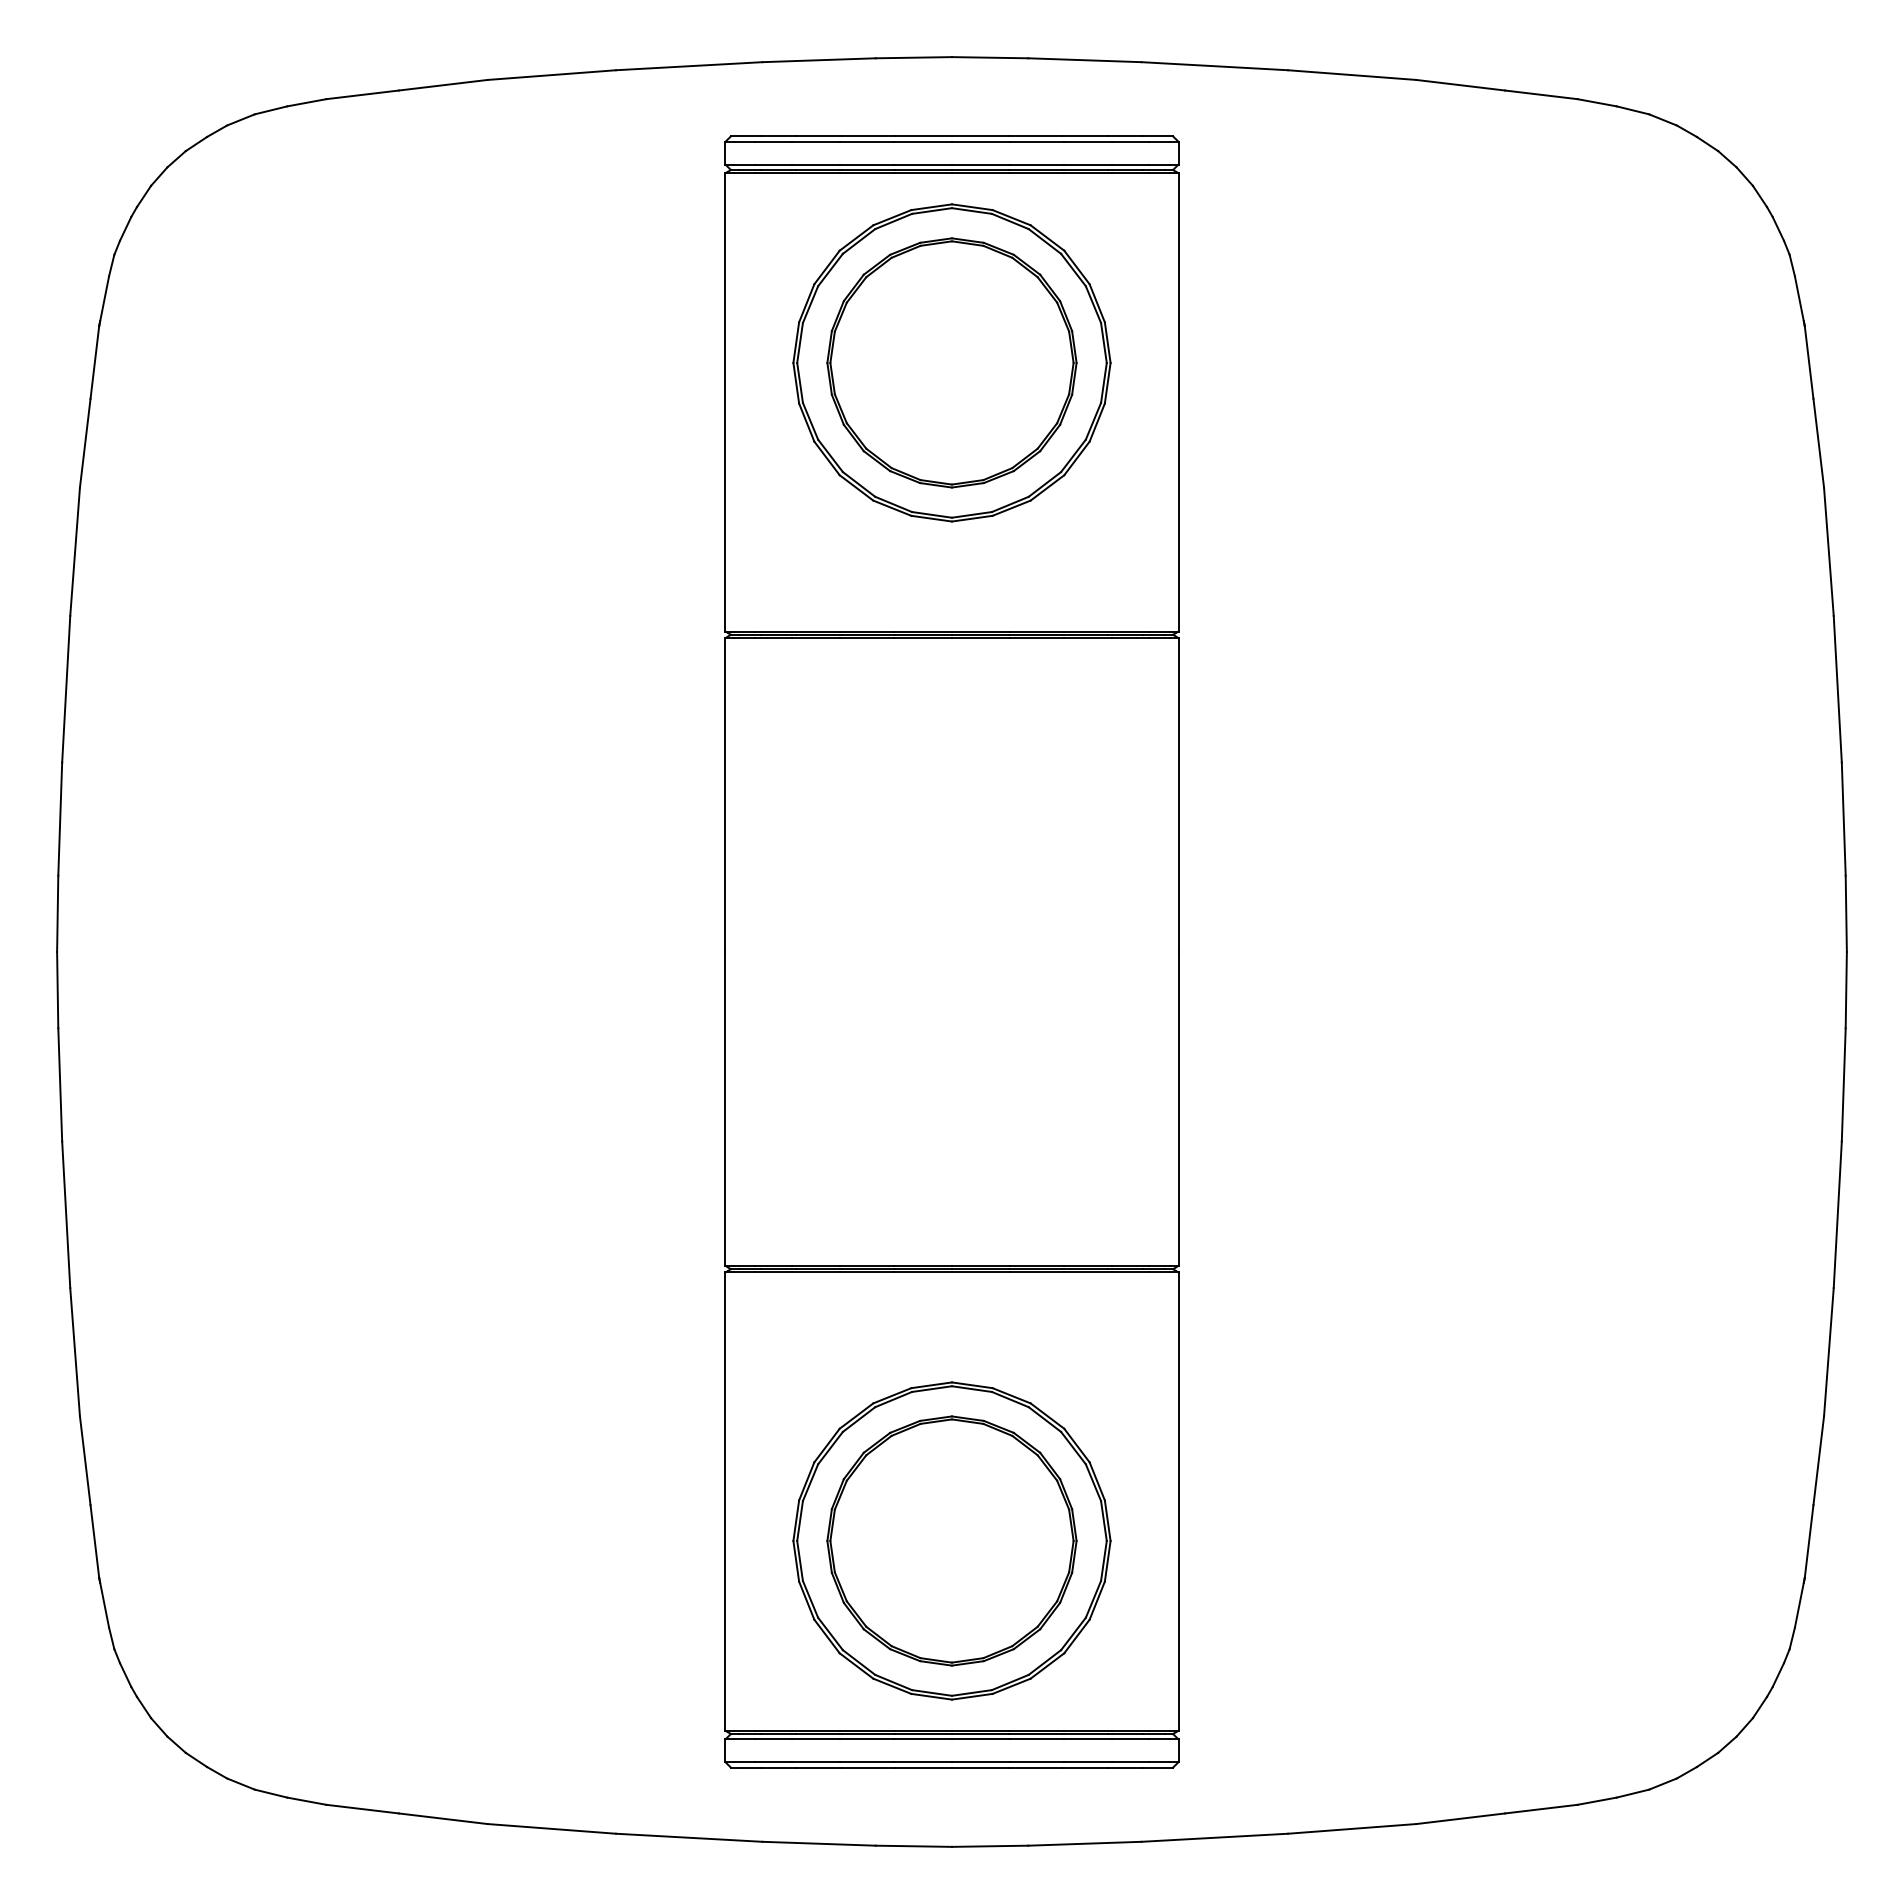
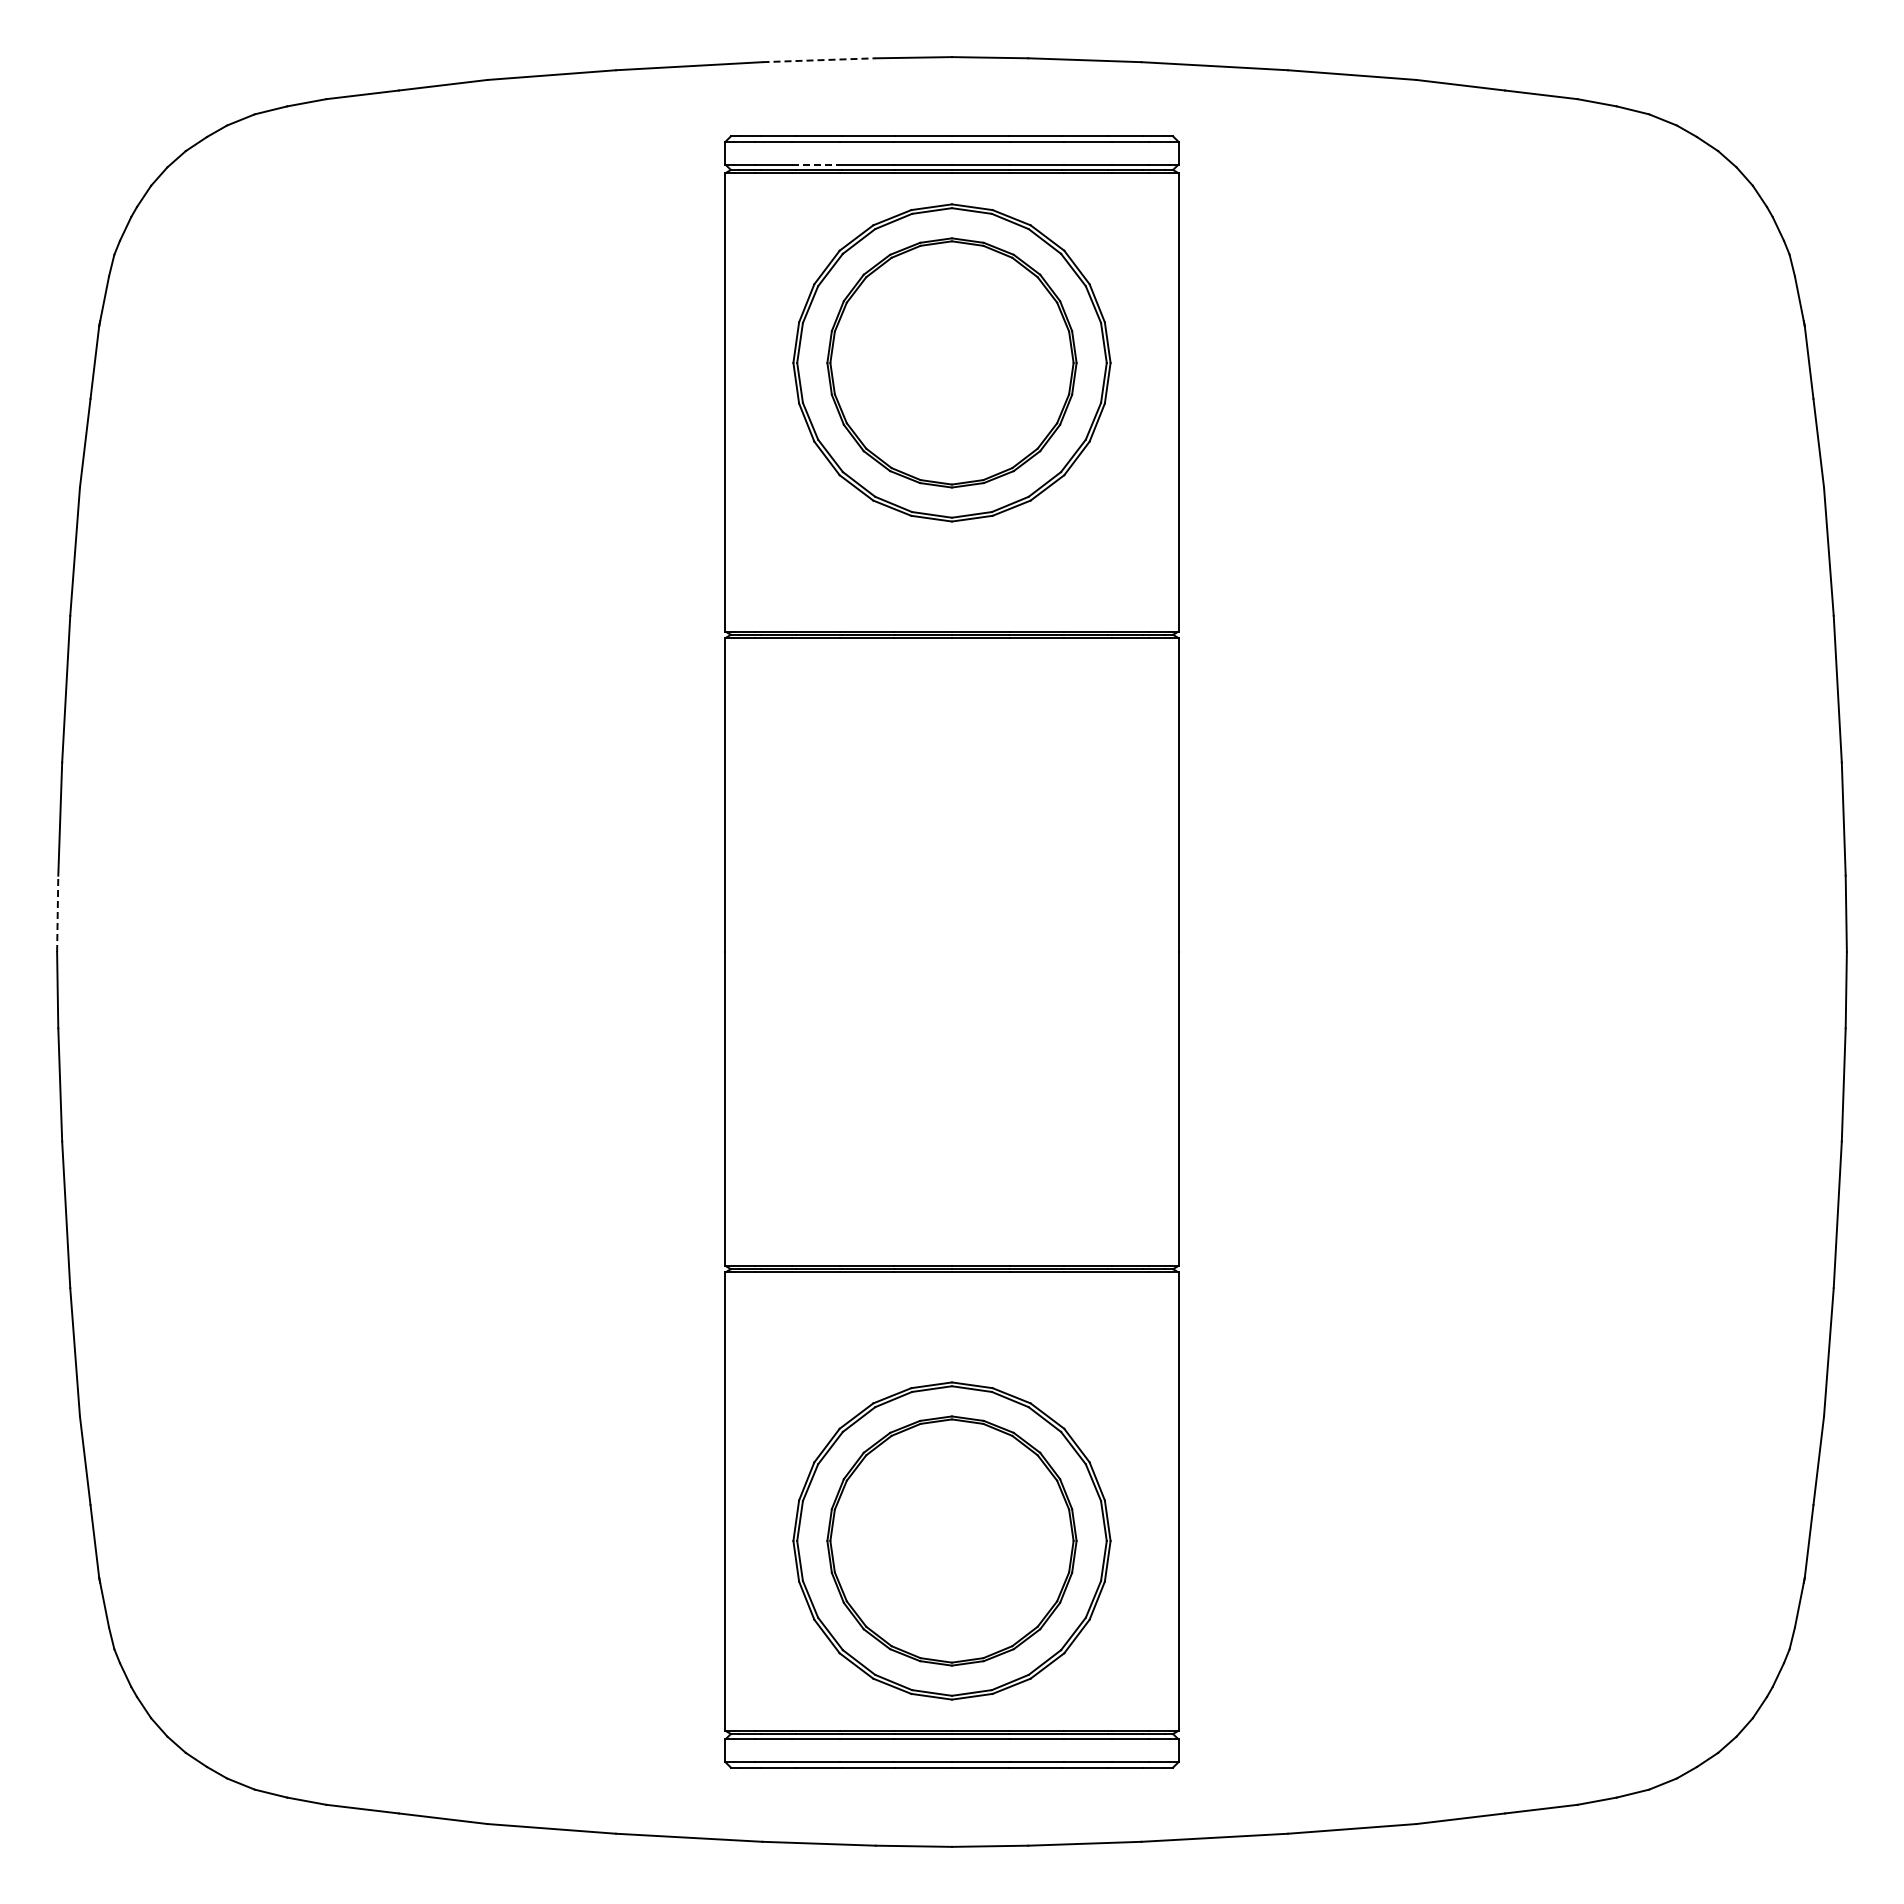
line at (819, 60): solid -> dashed
line at (816, 164): solid -> dashed
line at (57, 913): solid -> dashed
